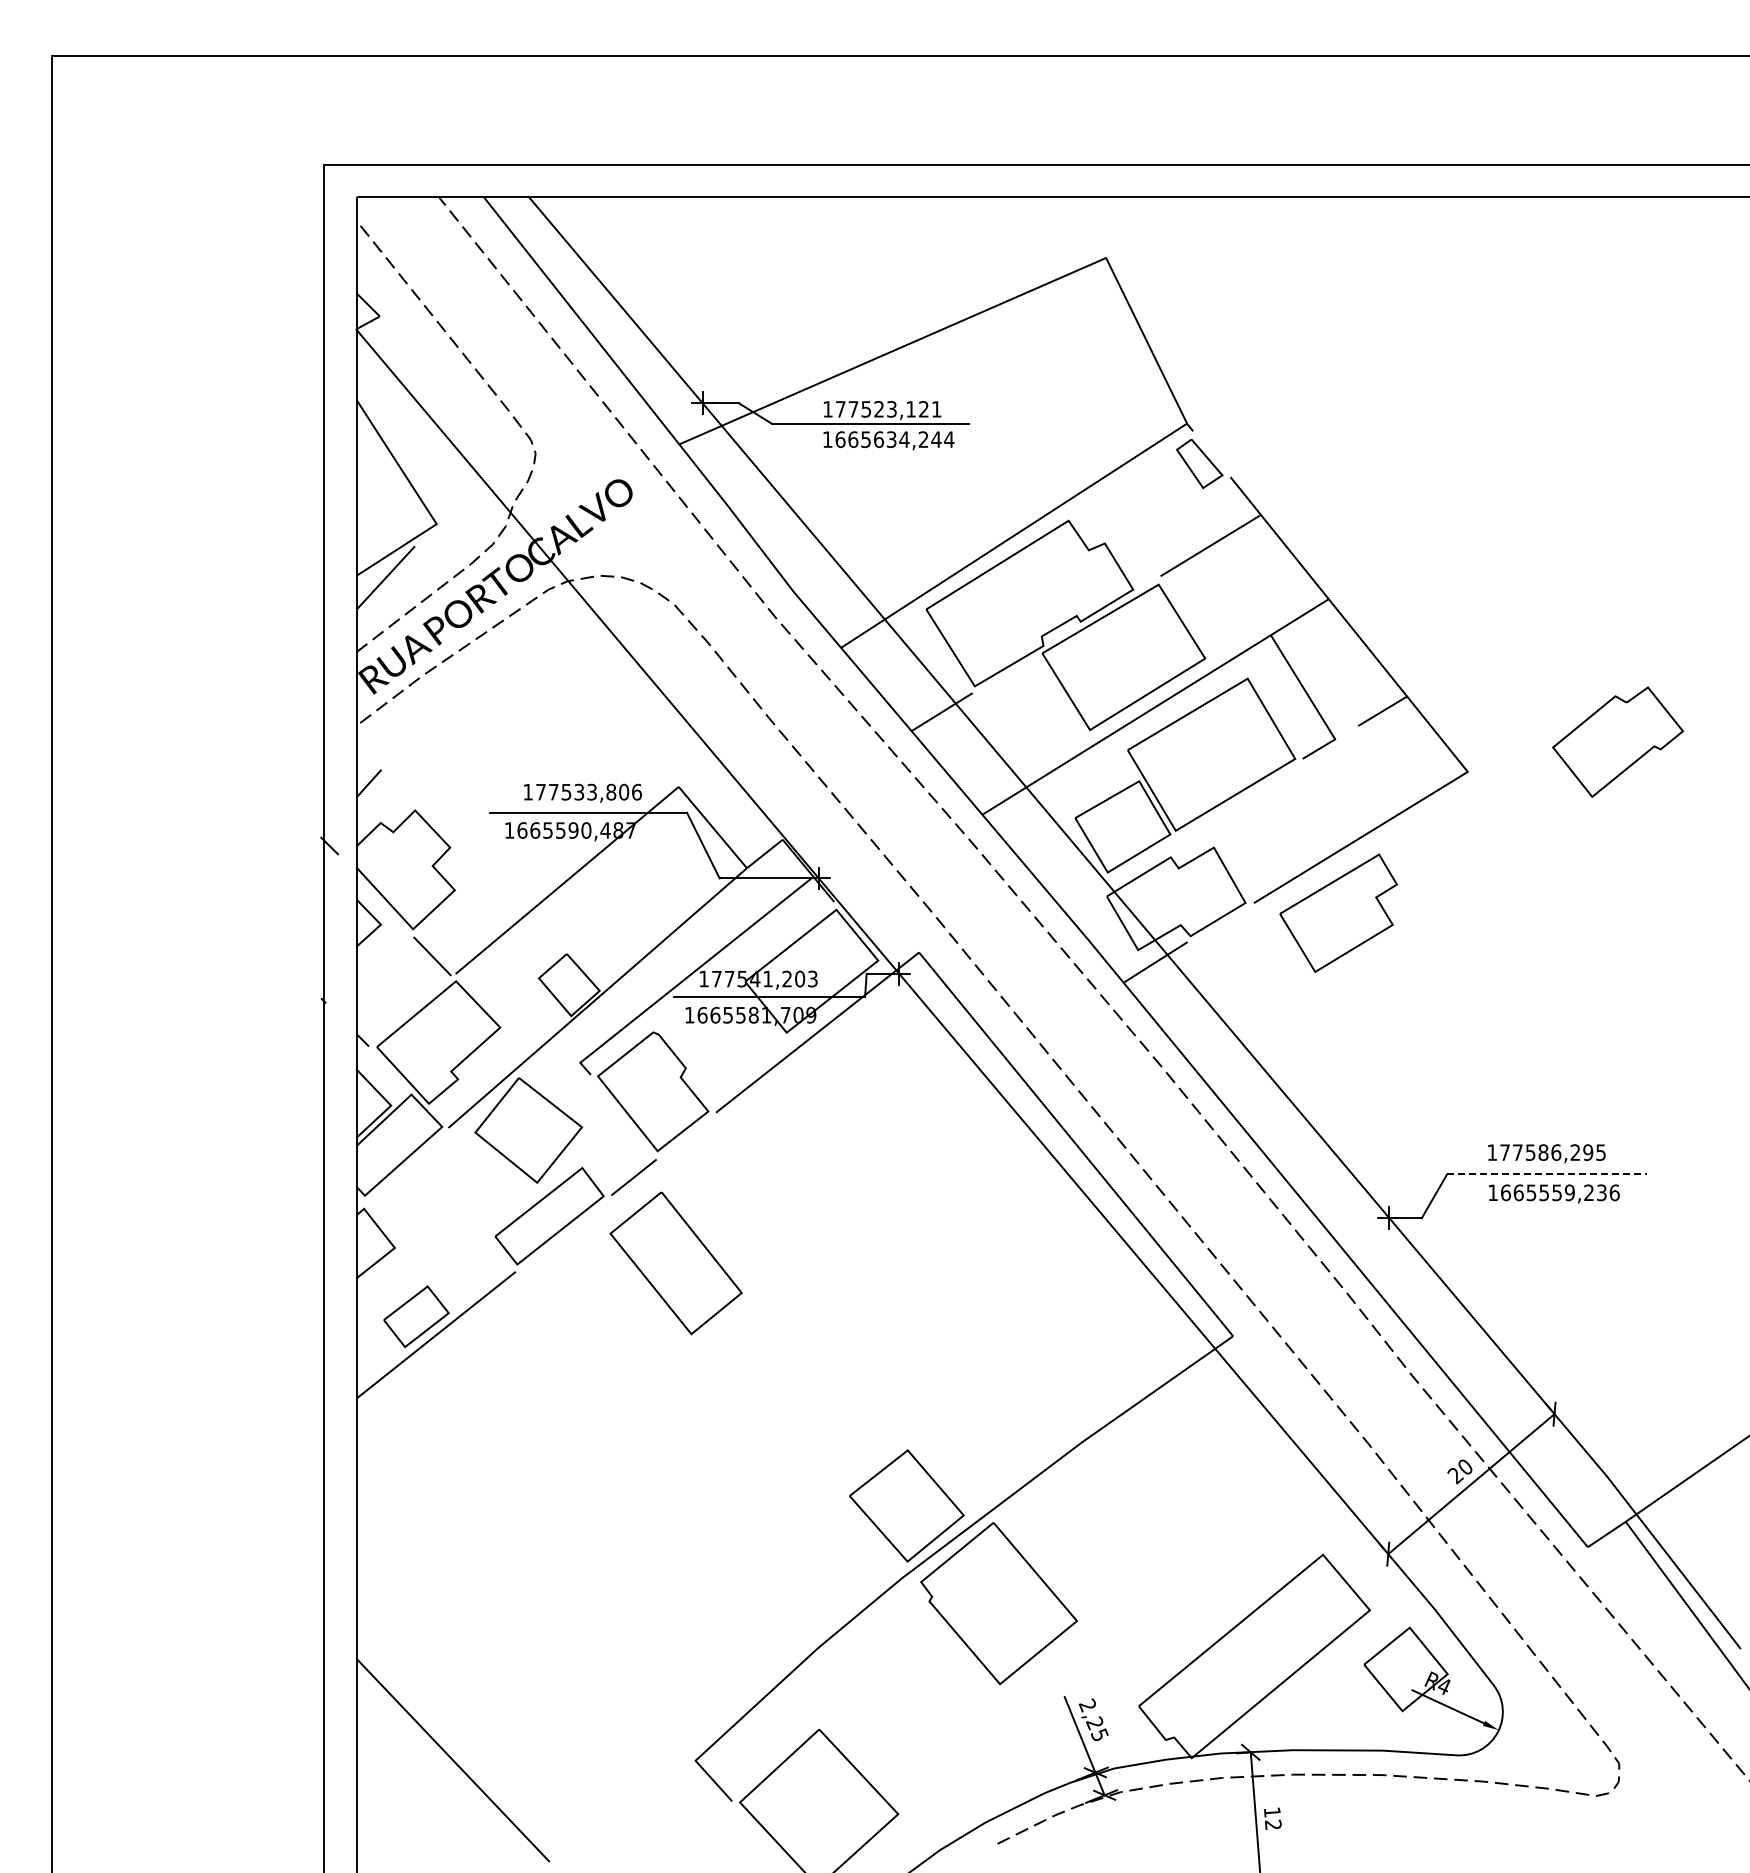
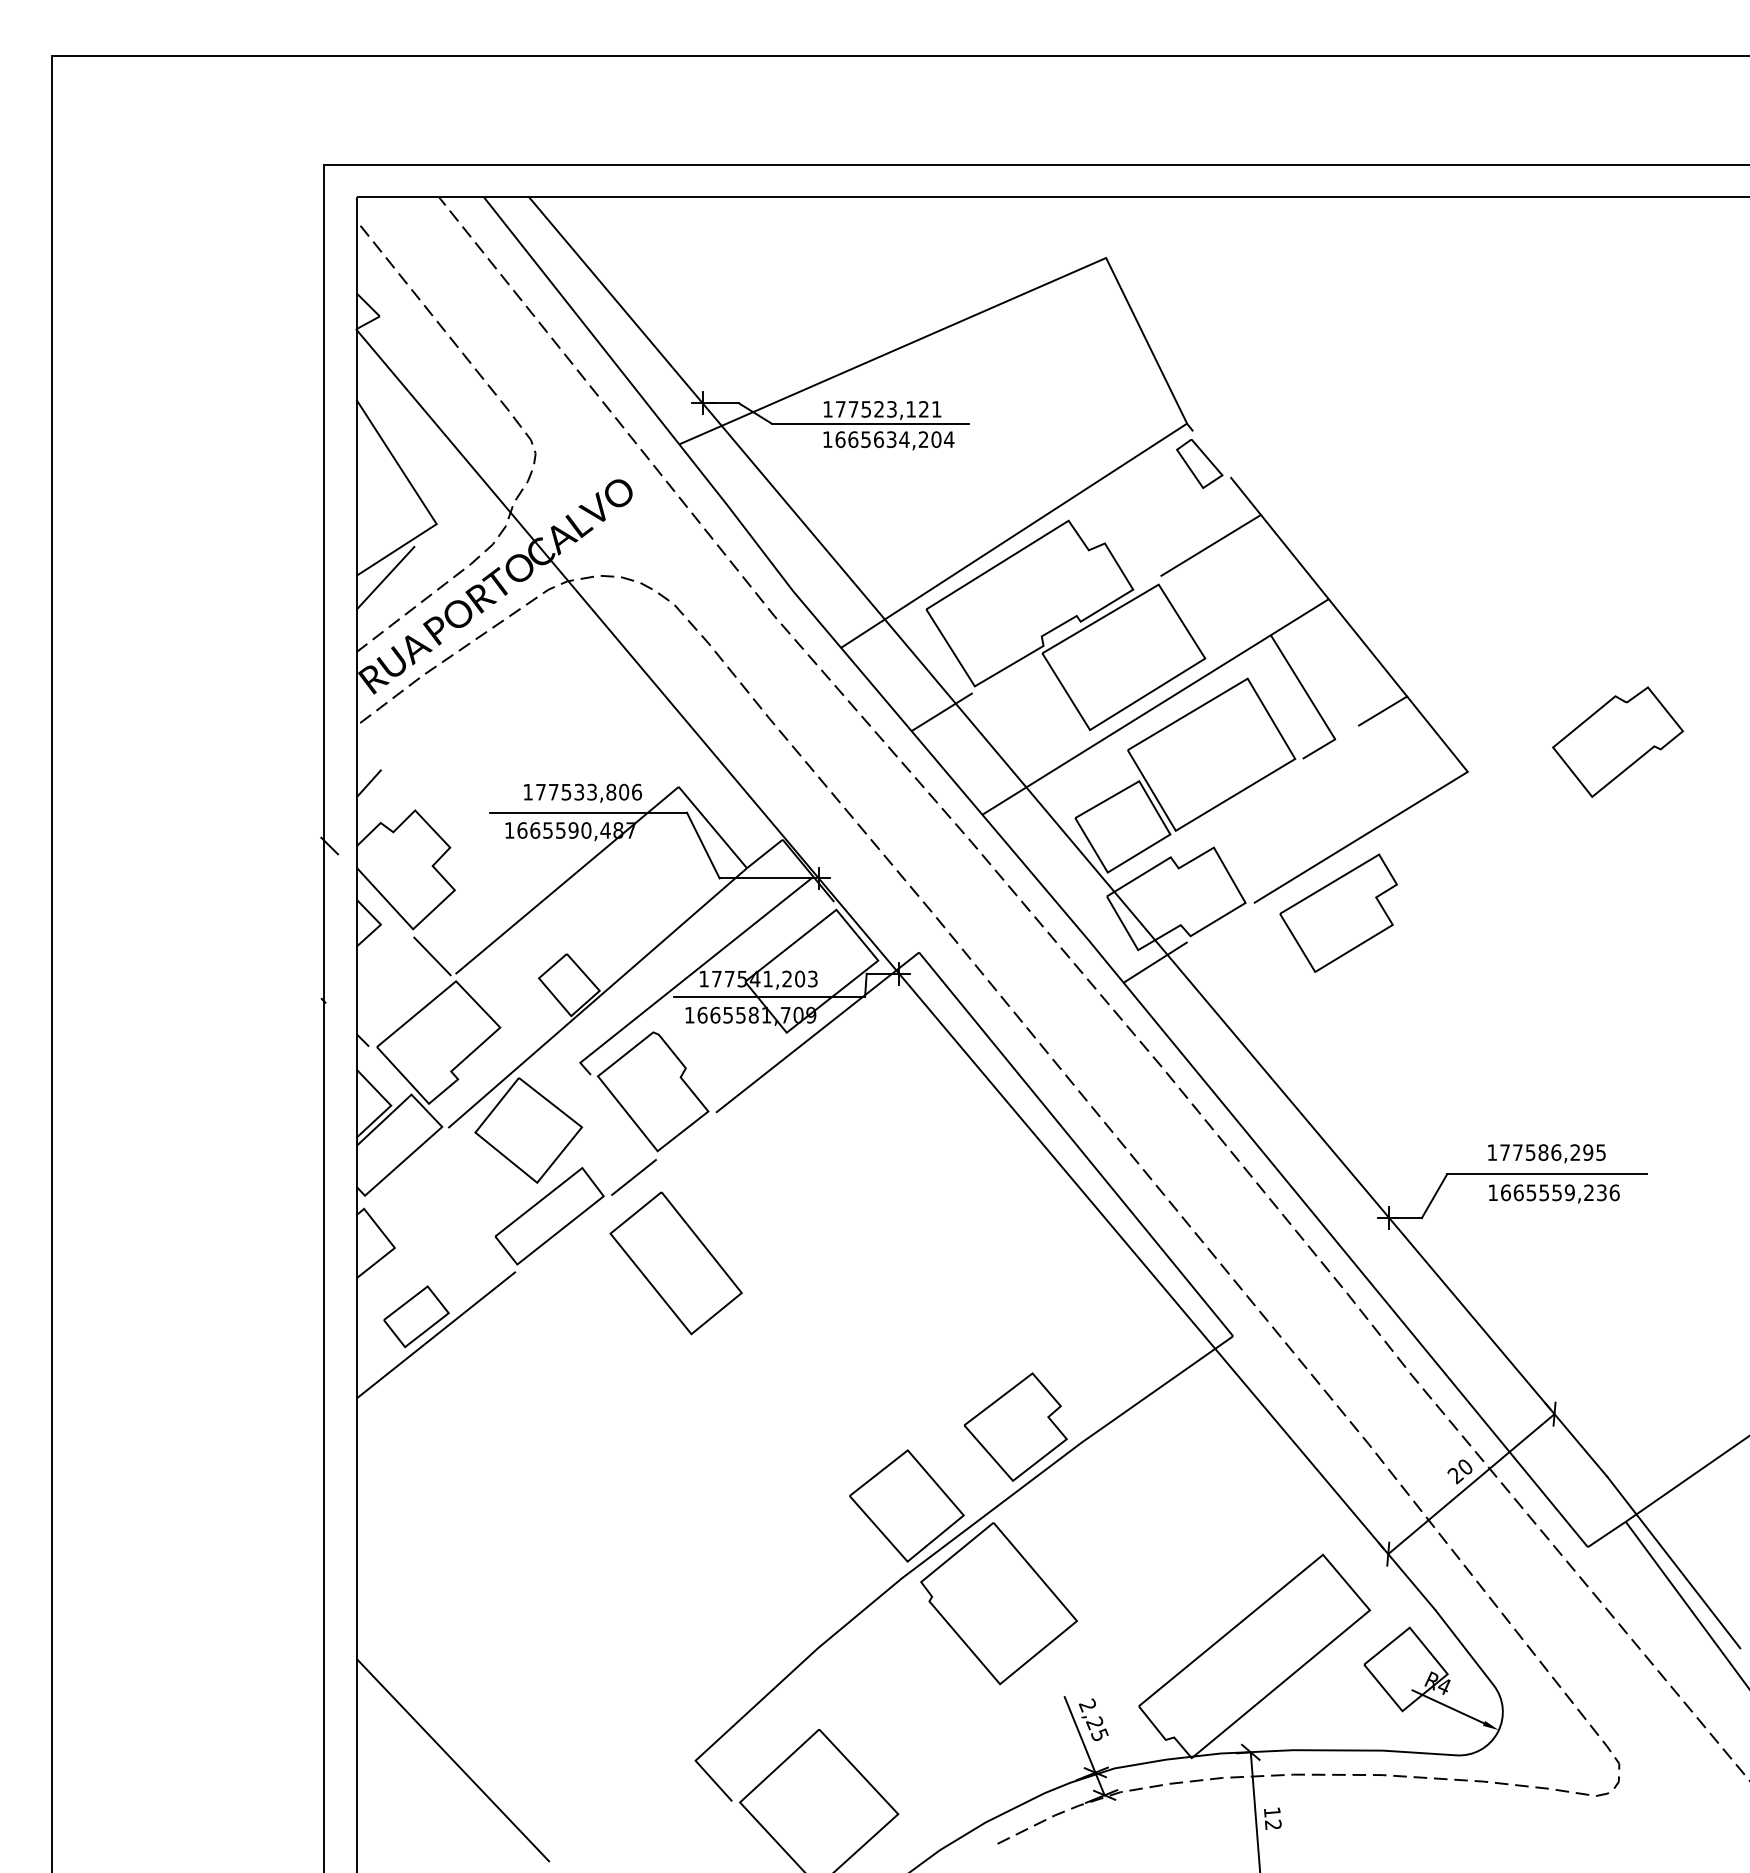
text at (936, 439): 1665634,244 -> 1665634,204
line at (1547, 1174): dashed -> solid
part at (1015, 1426): none -> present
